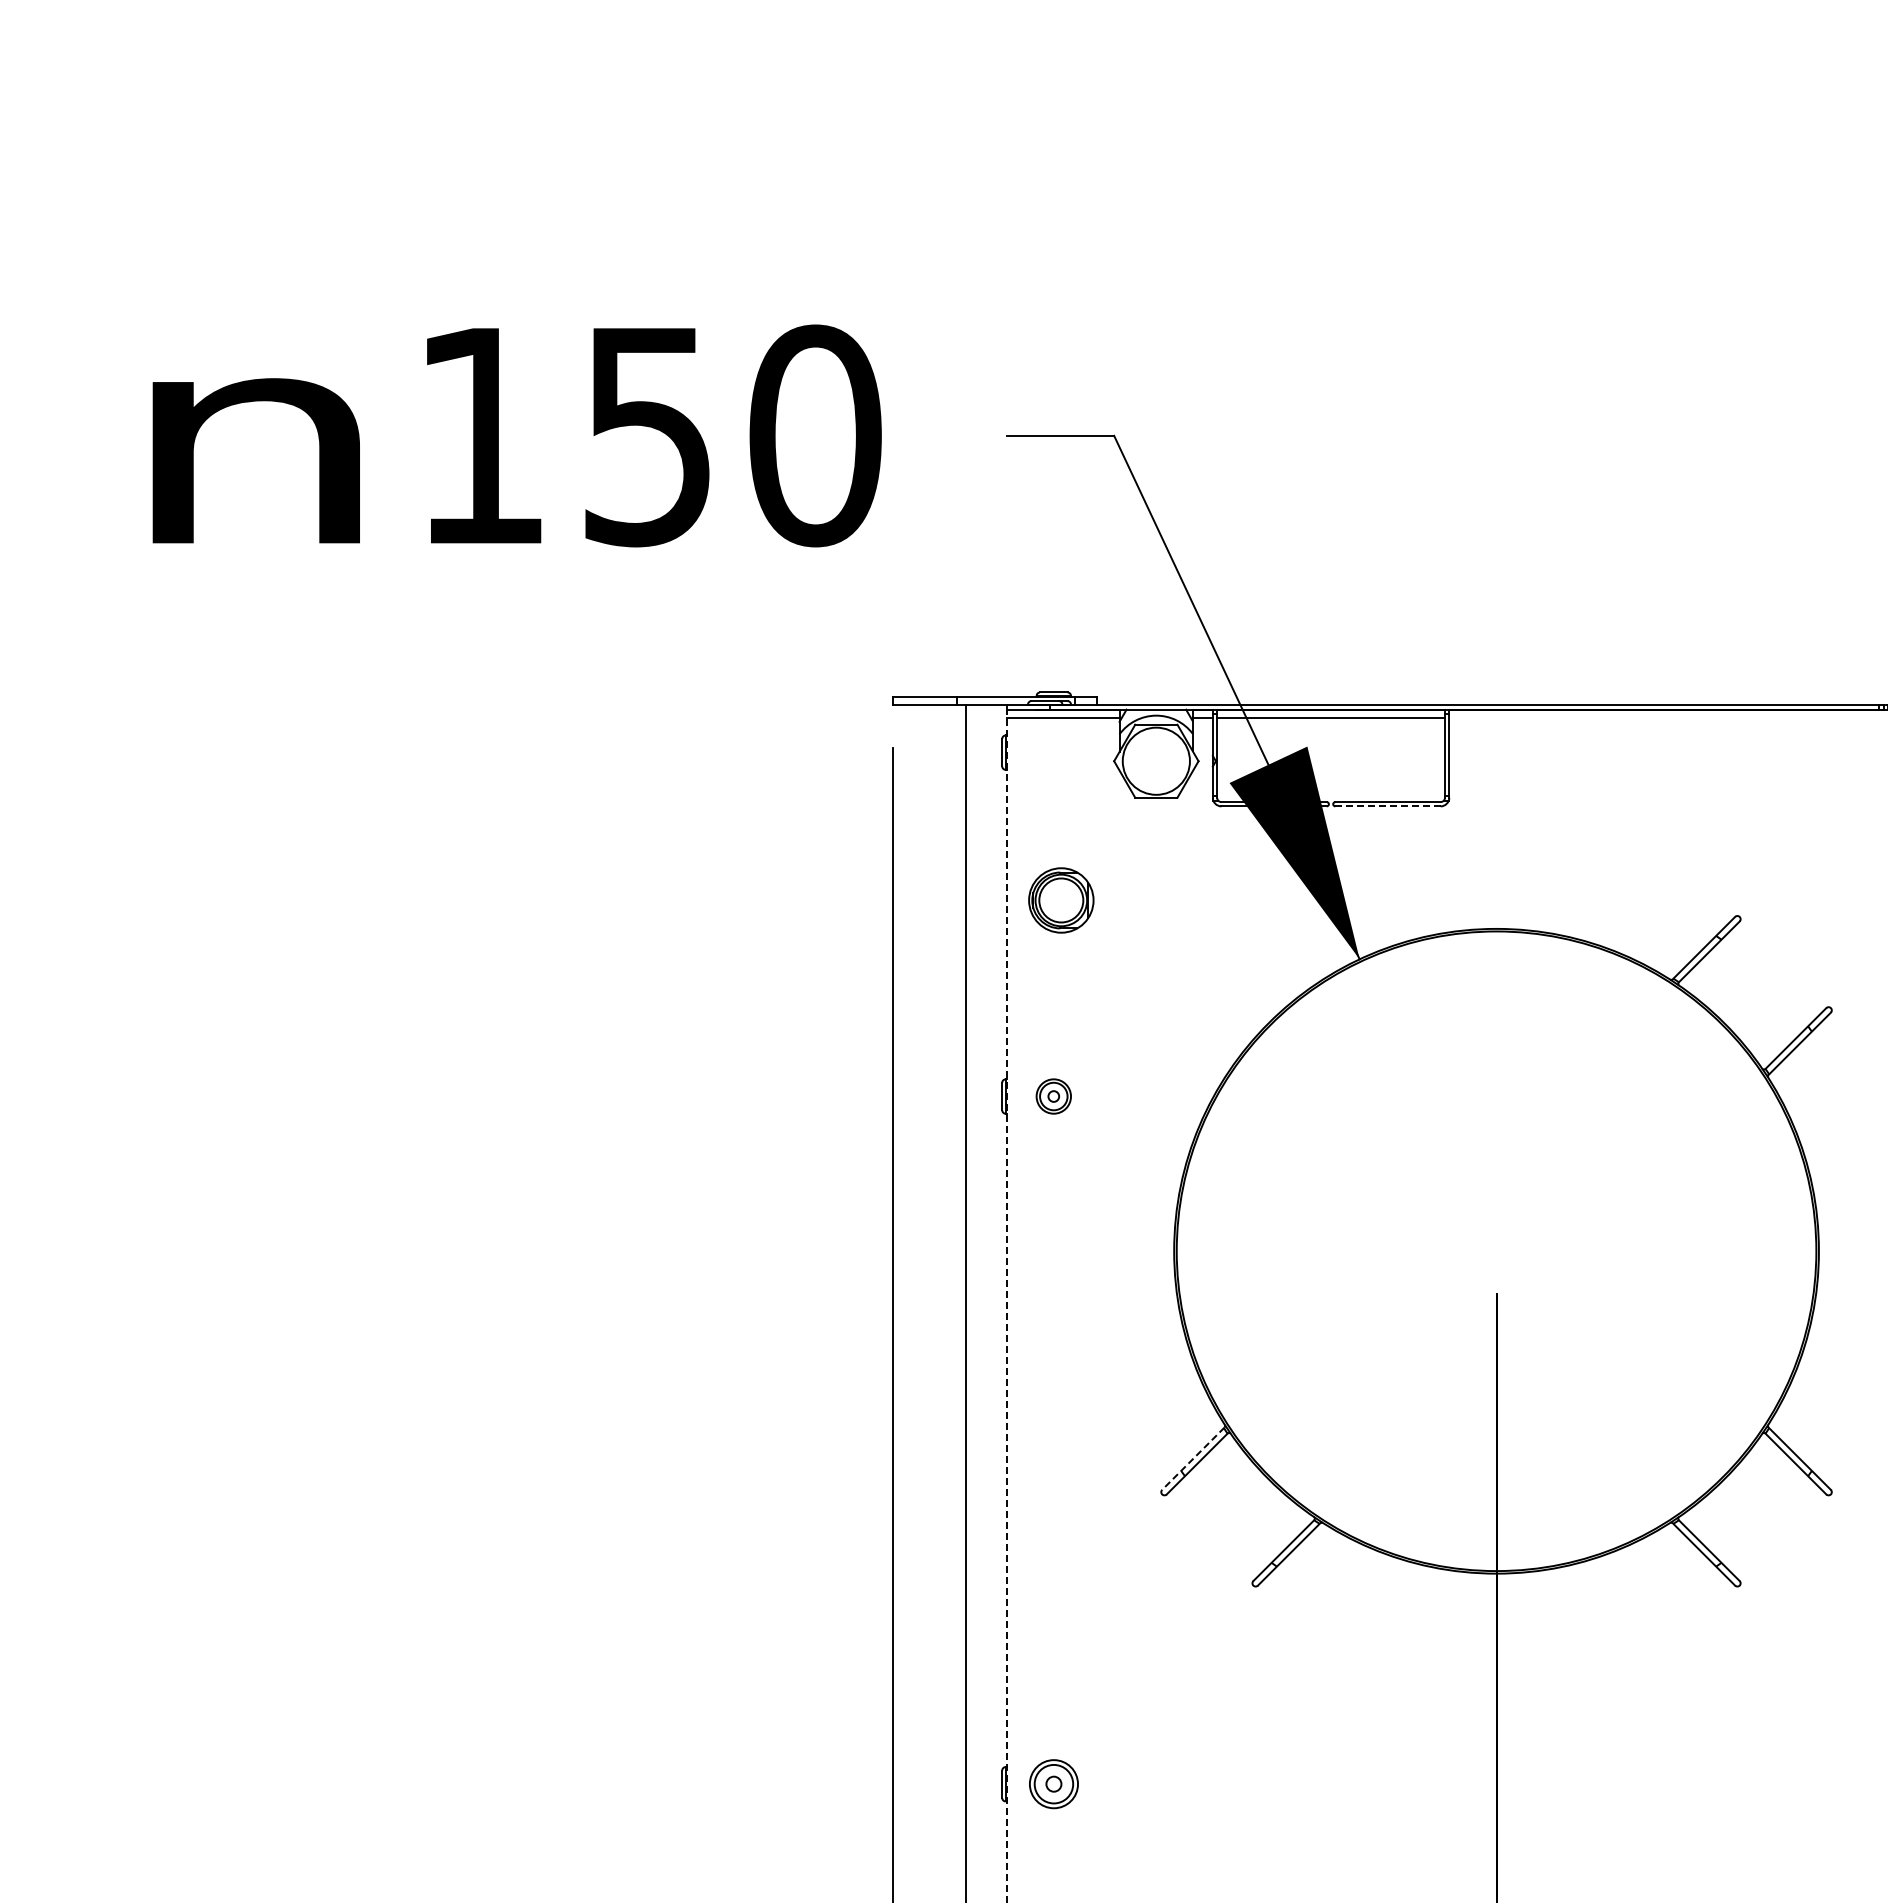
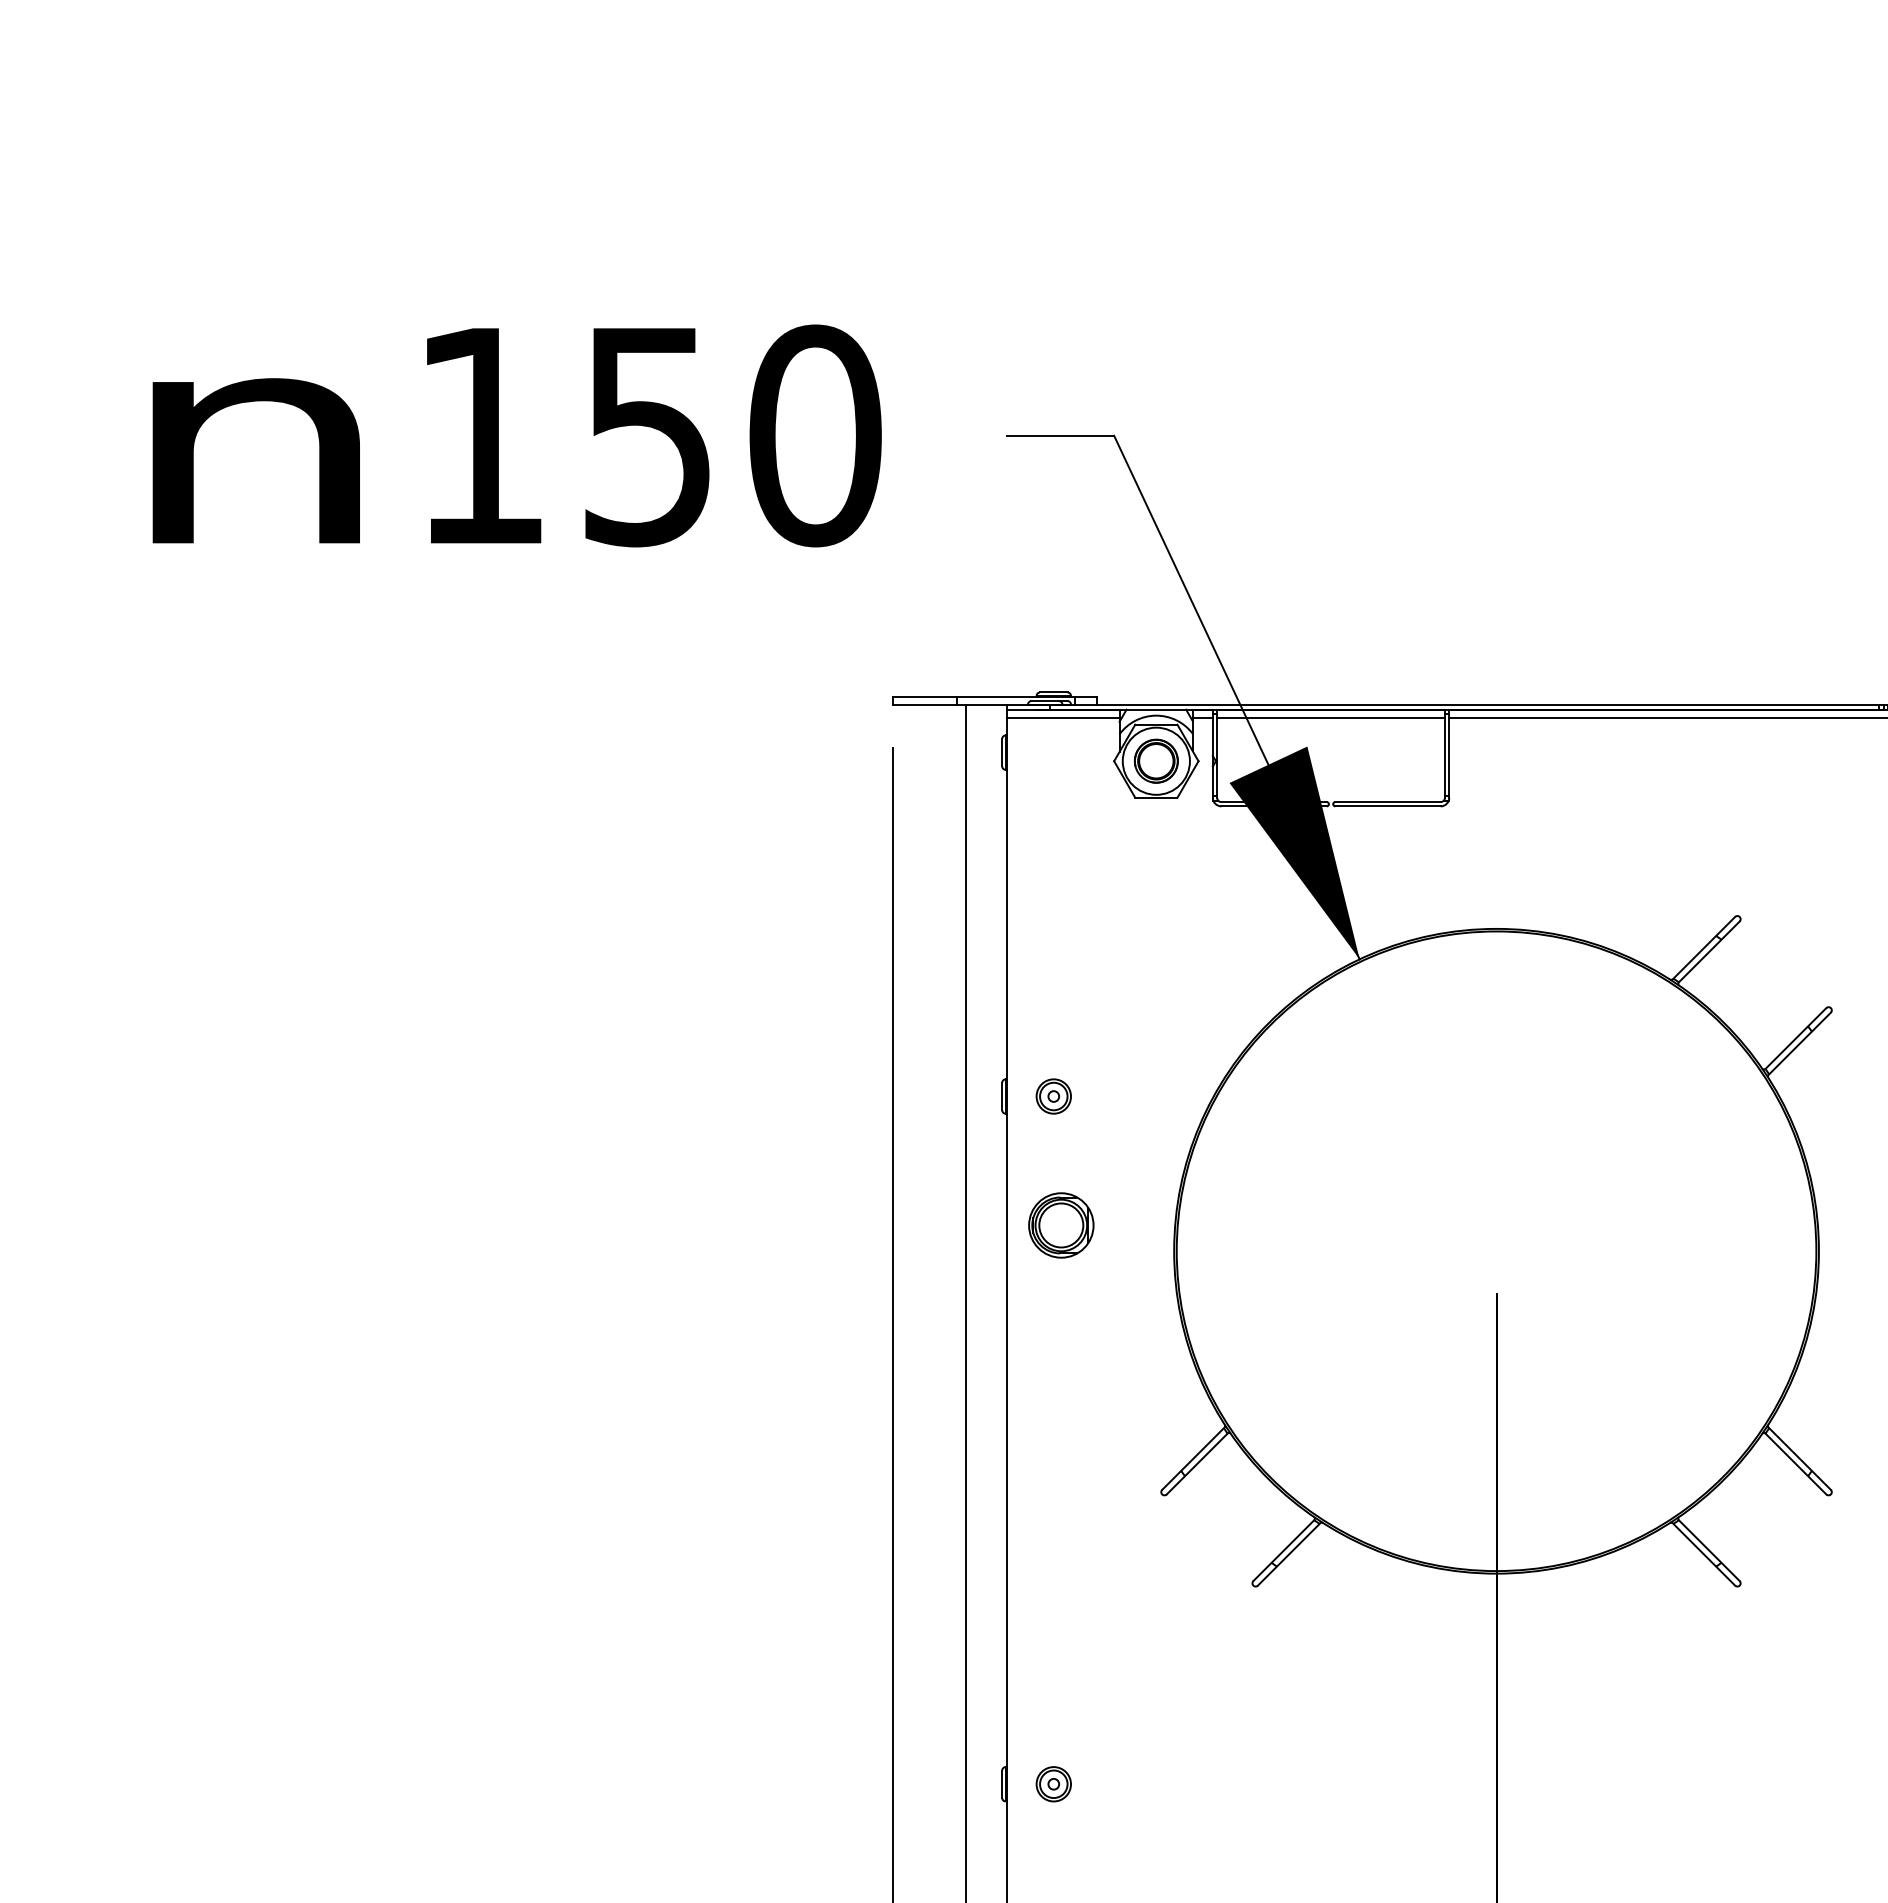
line at (1666, 718): none -> present
part at (1155, 760): none -> present
line at (1388, 806): dashed -> solid
part at (1061, 900) position: (1061, 900) -> (1061, 1225)
line at (1006, 1305): dashed -> solid
line at (1193, 1459): dashed -> solid
part at (1053, 1784) size: 50x51 px -> 37x37 px
